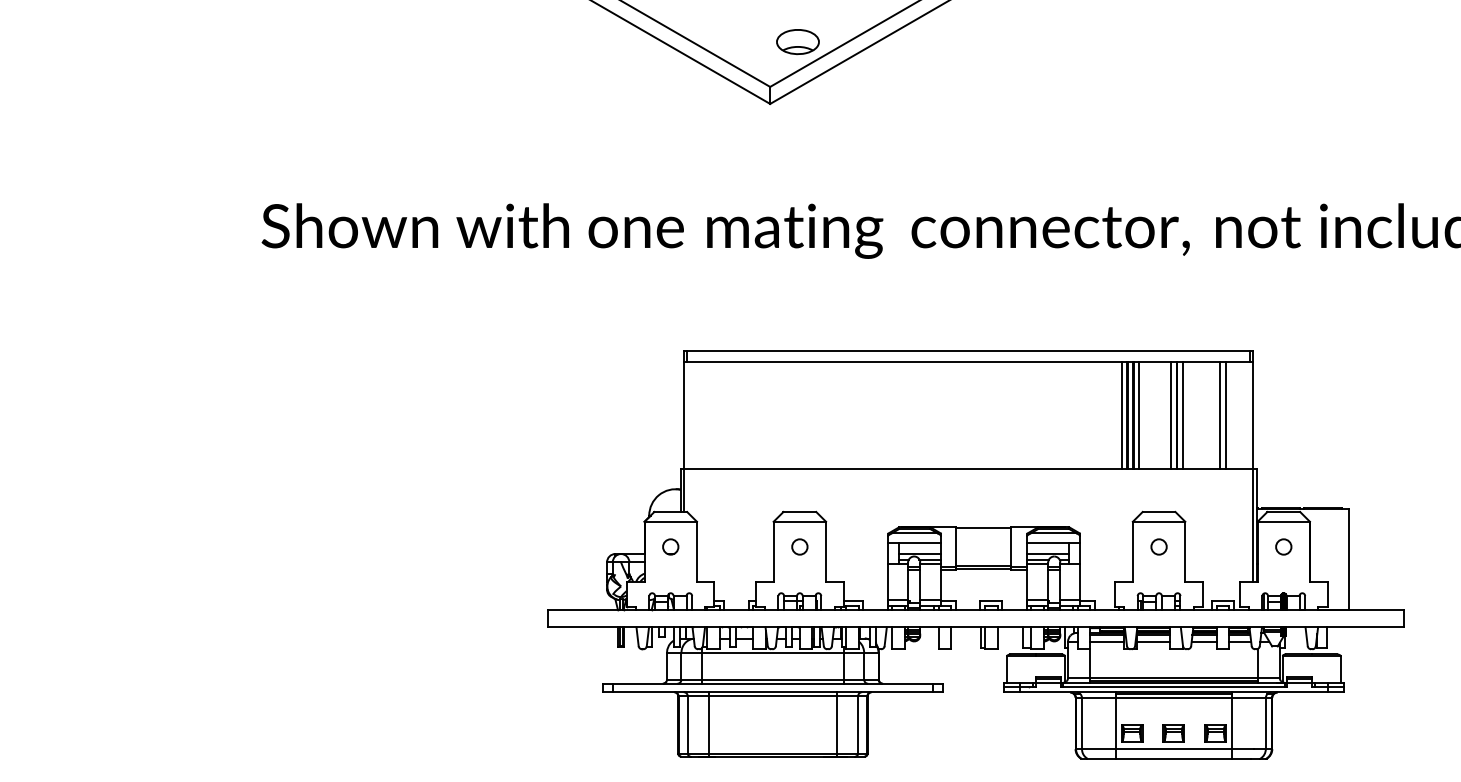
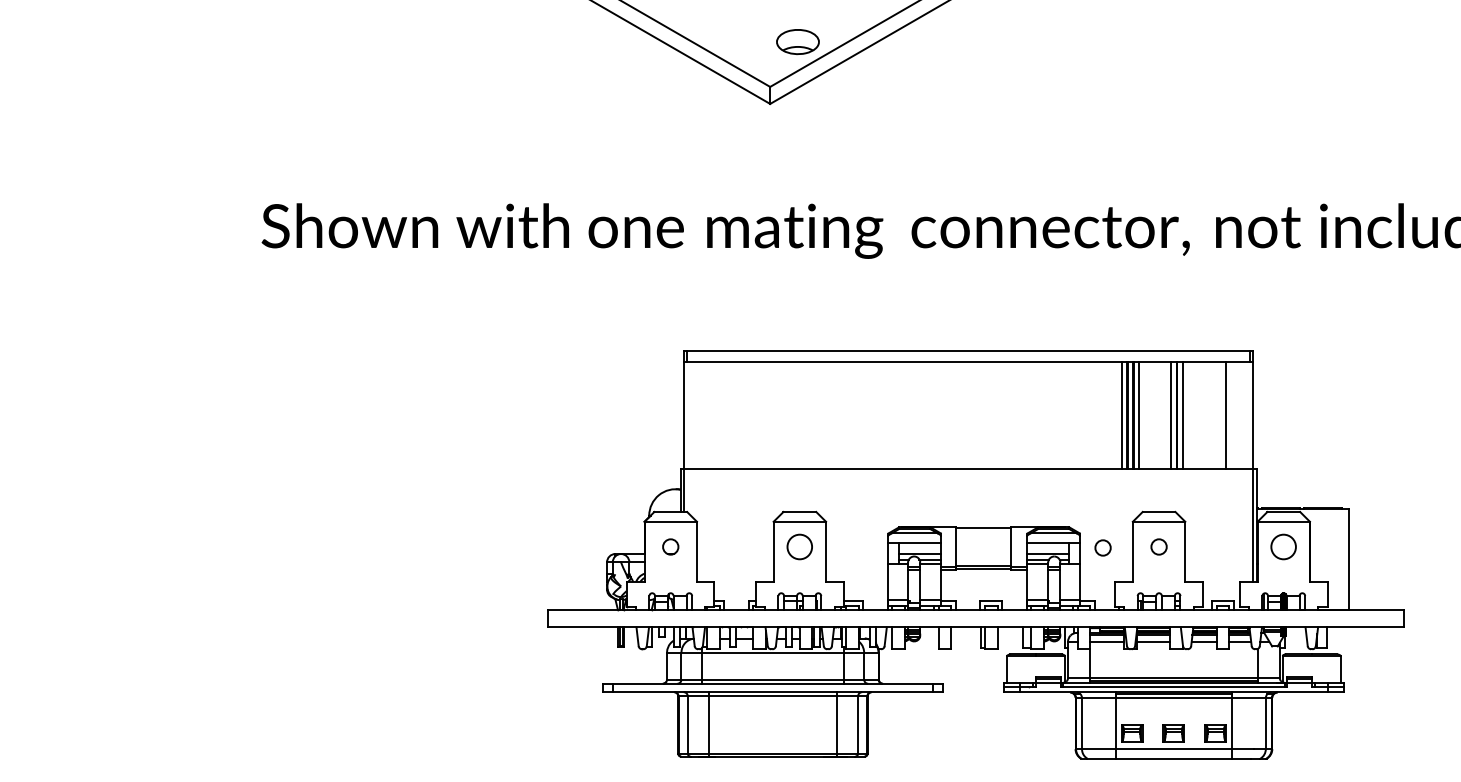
line at (1220, 415): present -> none
part at (799, 546) size: 18x18 px -> 27x28 px
part at (1283, 546) size: 18x18 px -> 27x28 px
part at (1102, 547): none -> present
